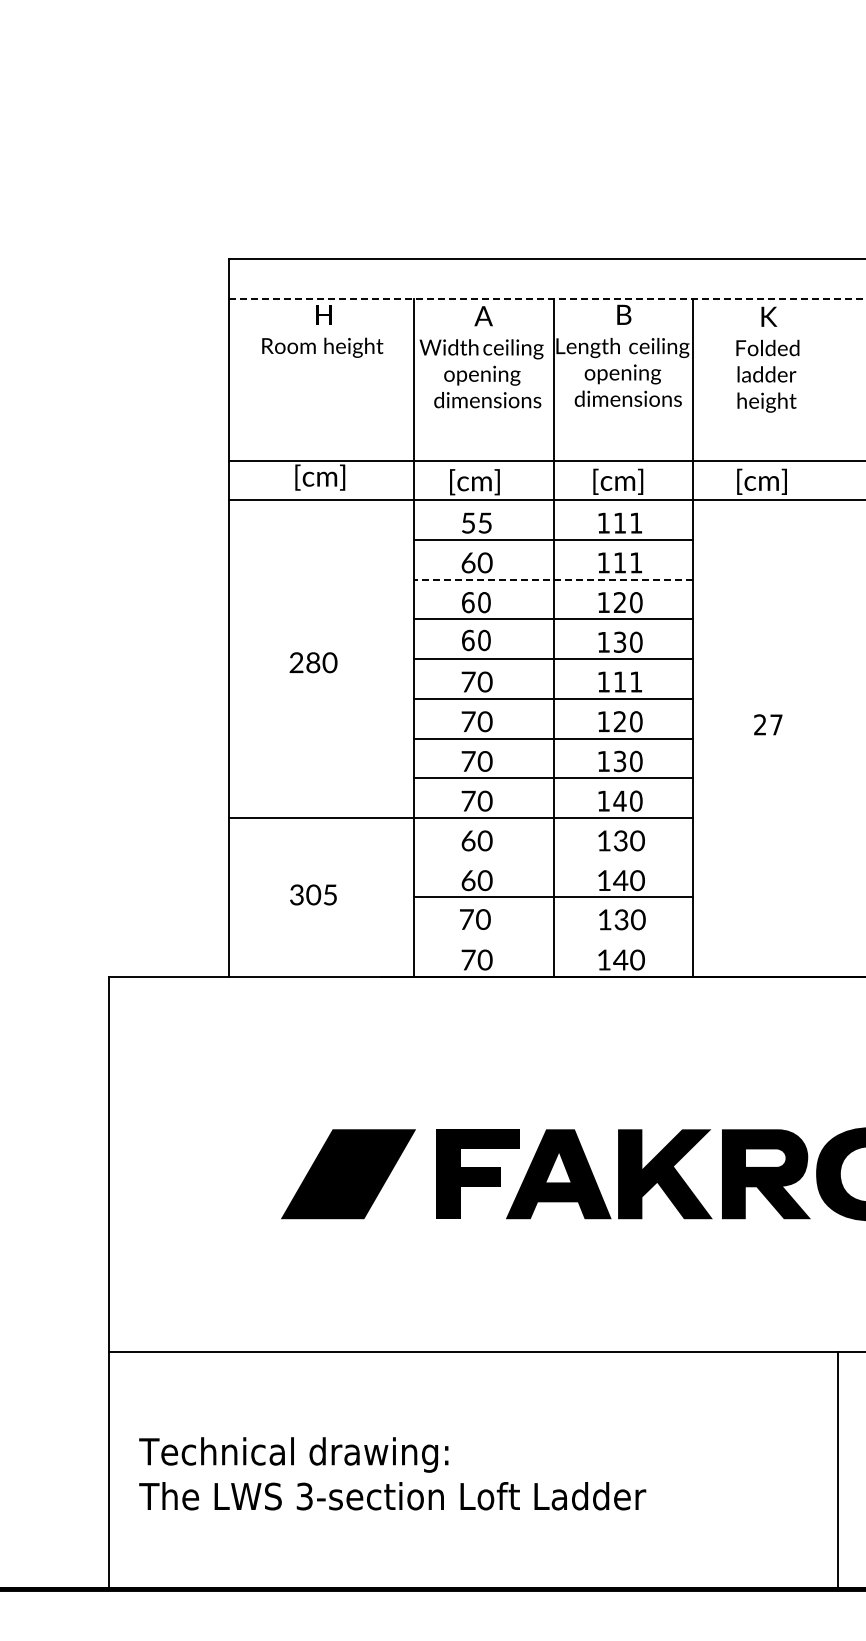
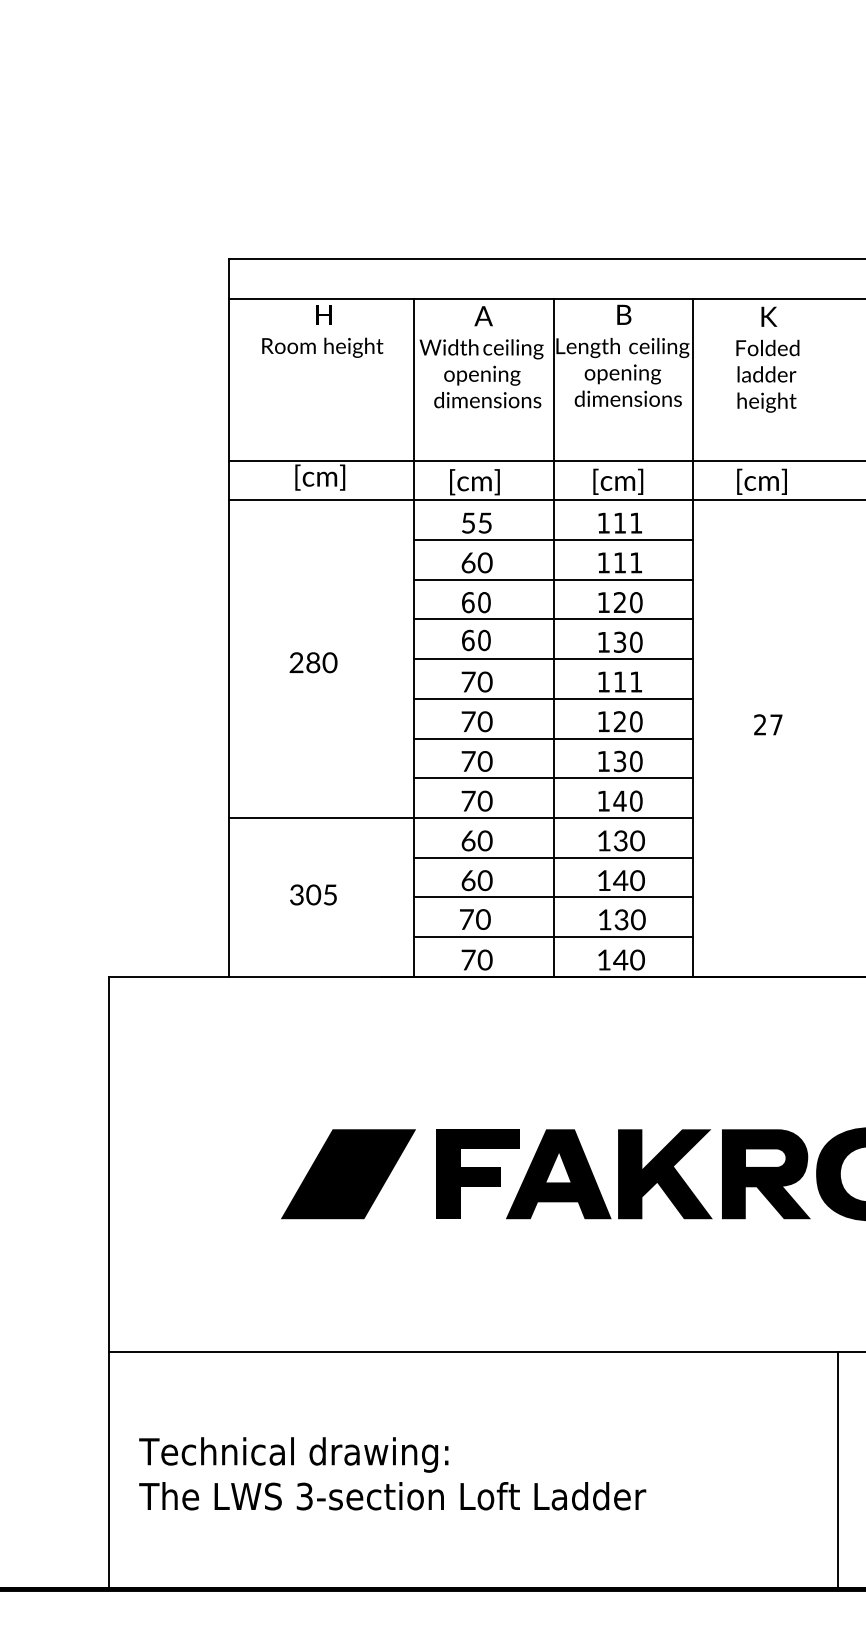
line at (548, 298): dashed -> solid
line at (553, 579): dashed -> solid
line at (553, 857): none -> present
line at (553, 937): none -> present
